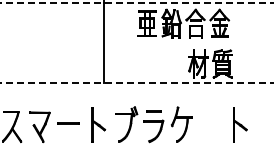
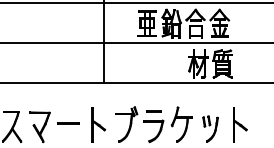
line at (137, 3): dashed -> solid
line at (136, 43): none -> present
line at (137, 83): dashed -> solid
part at (210, 128): none -> present
